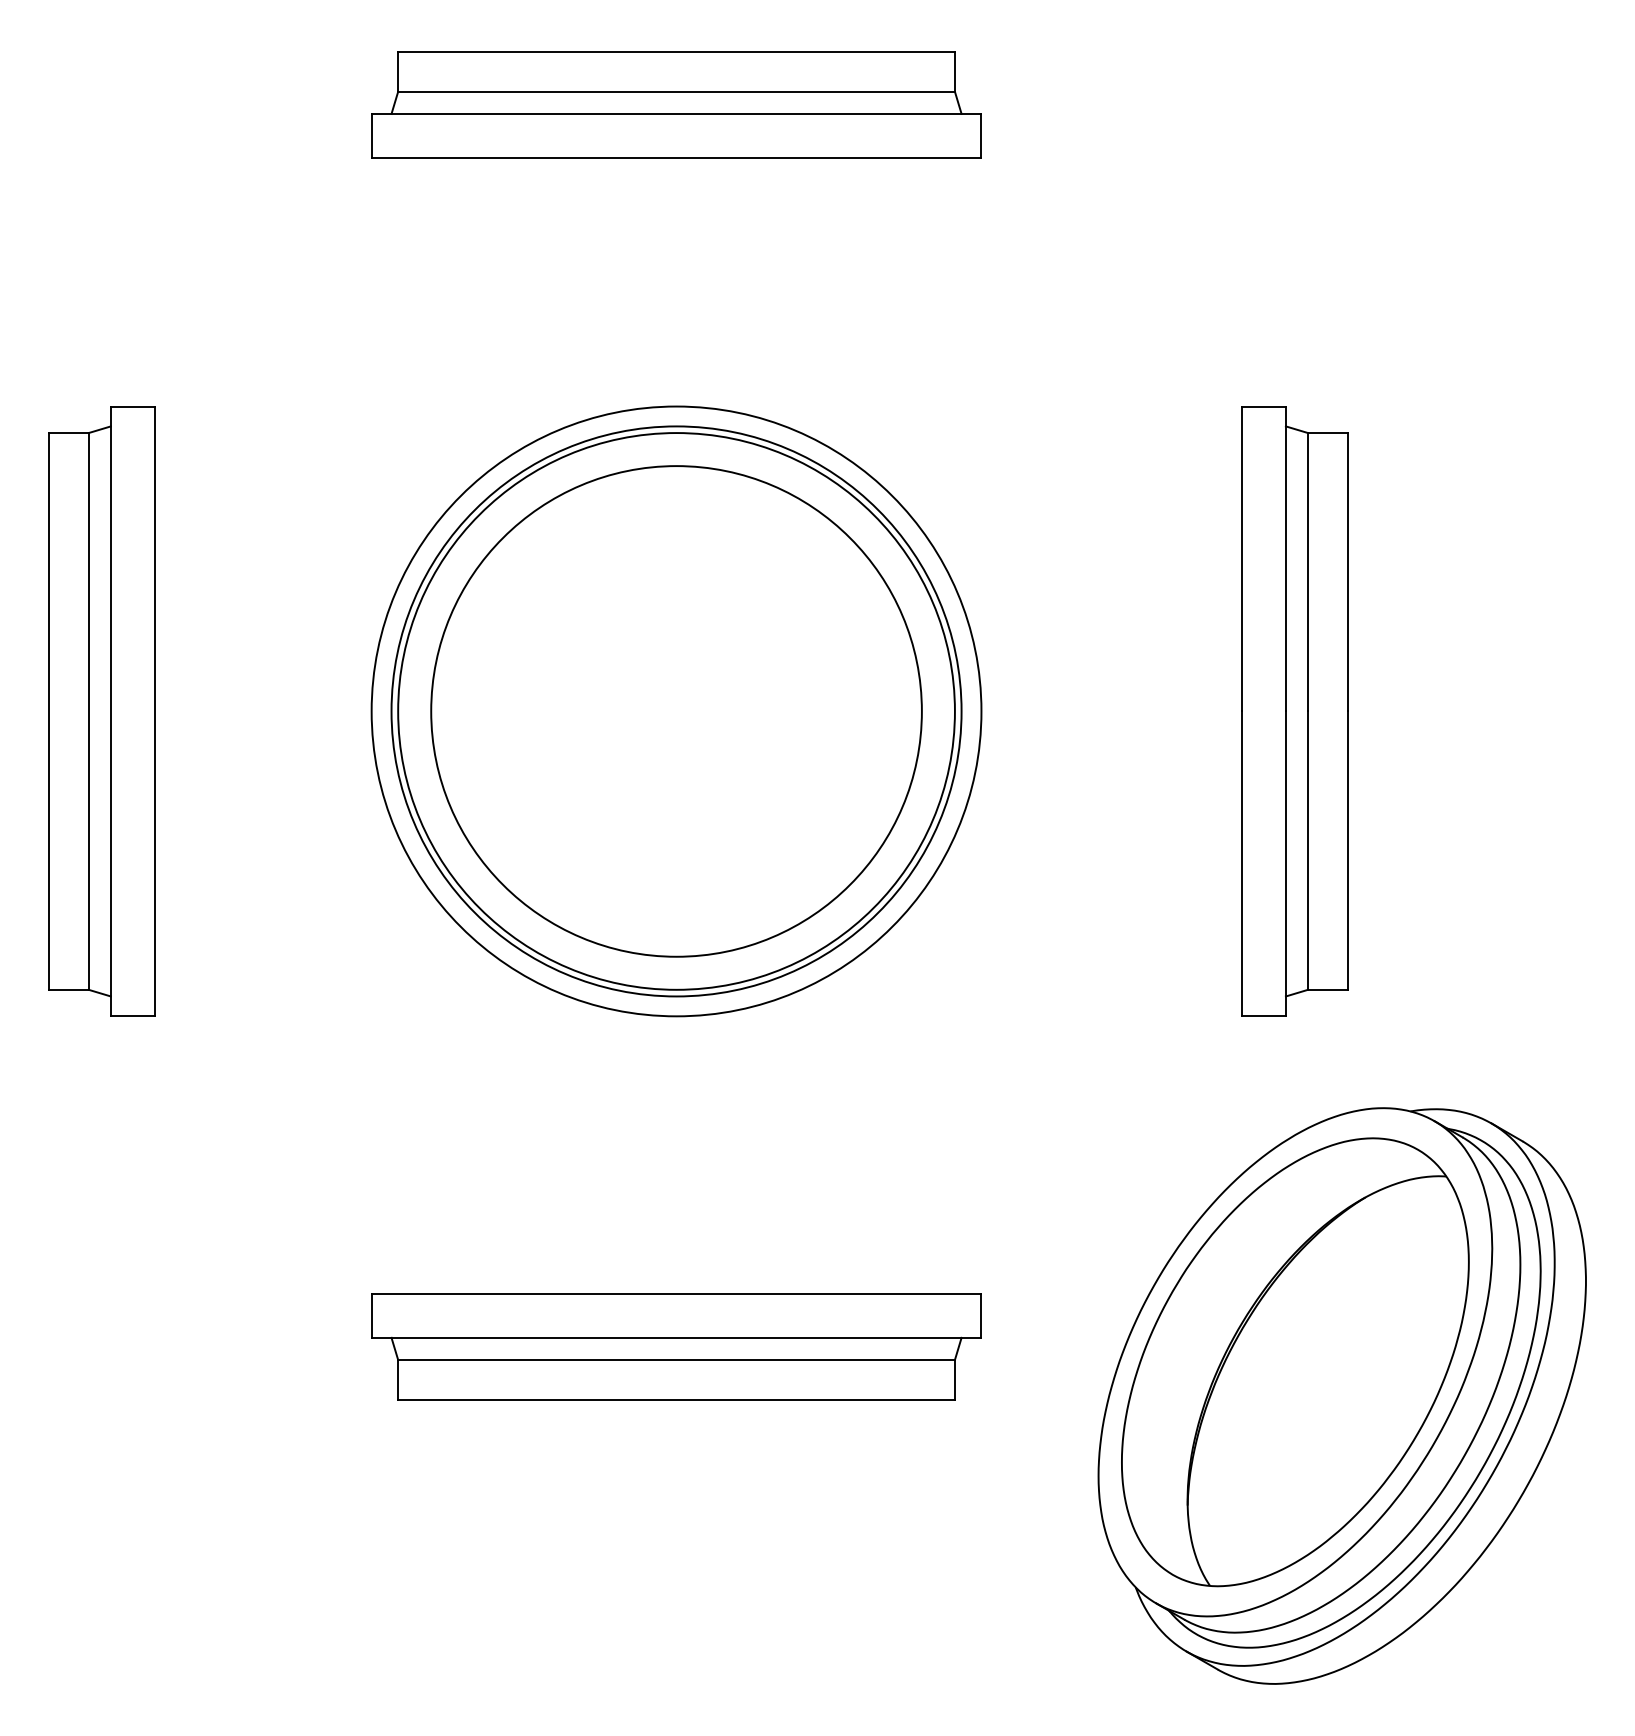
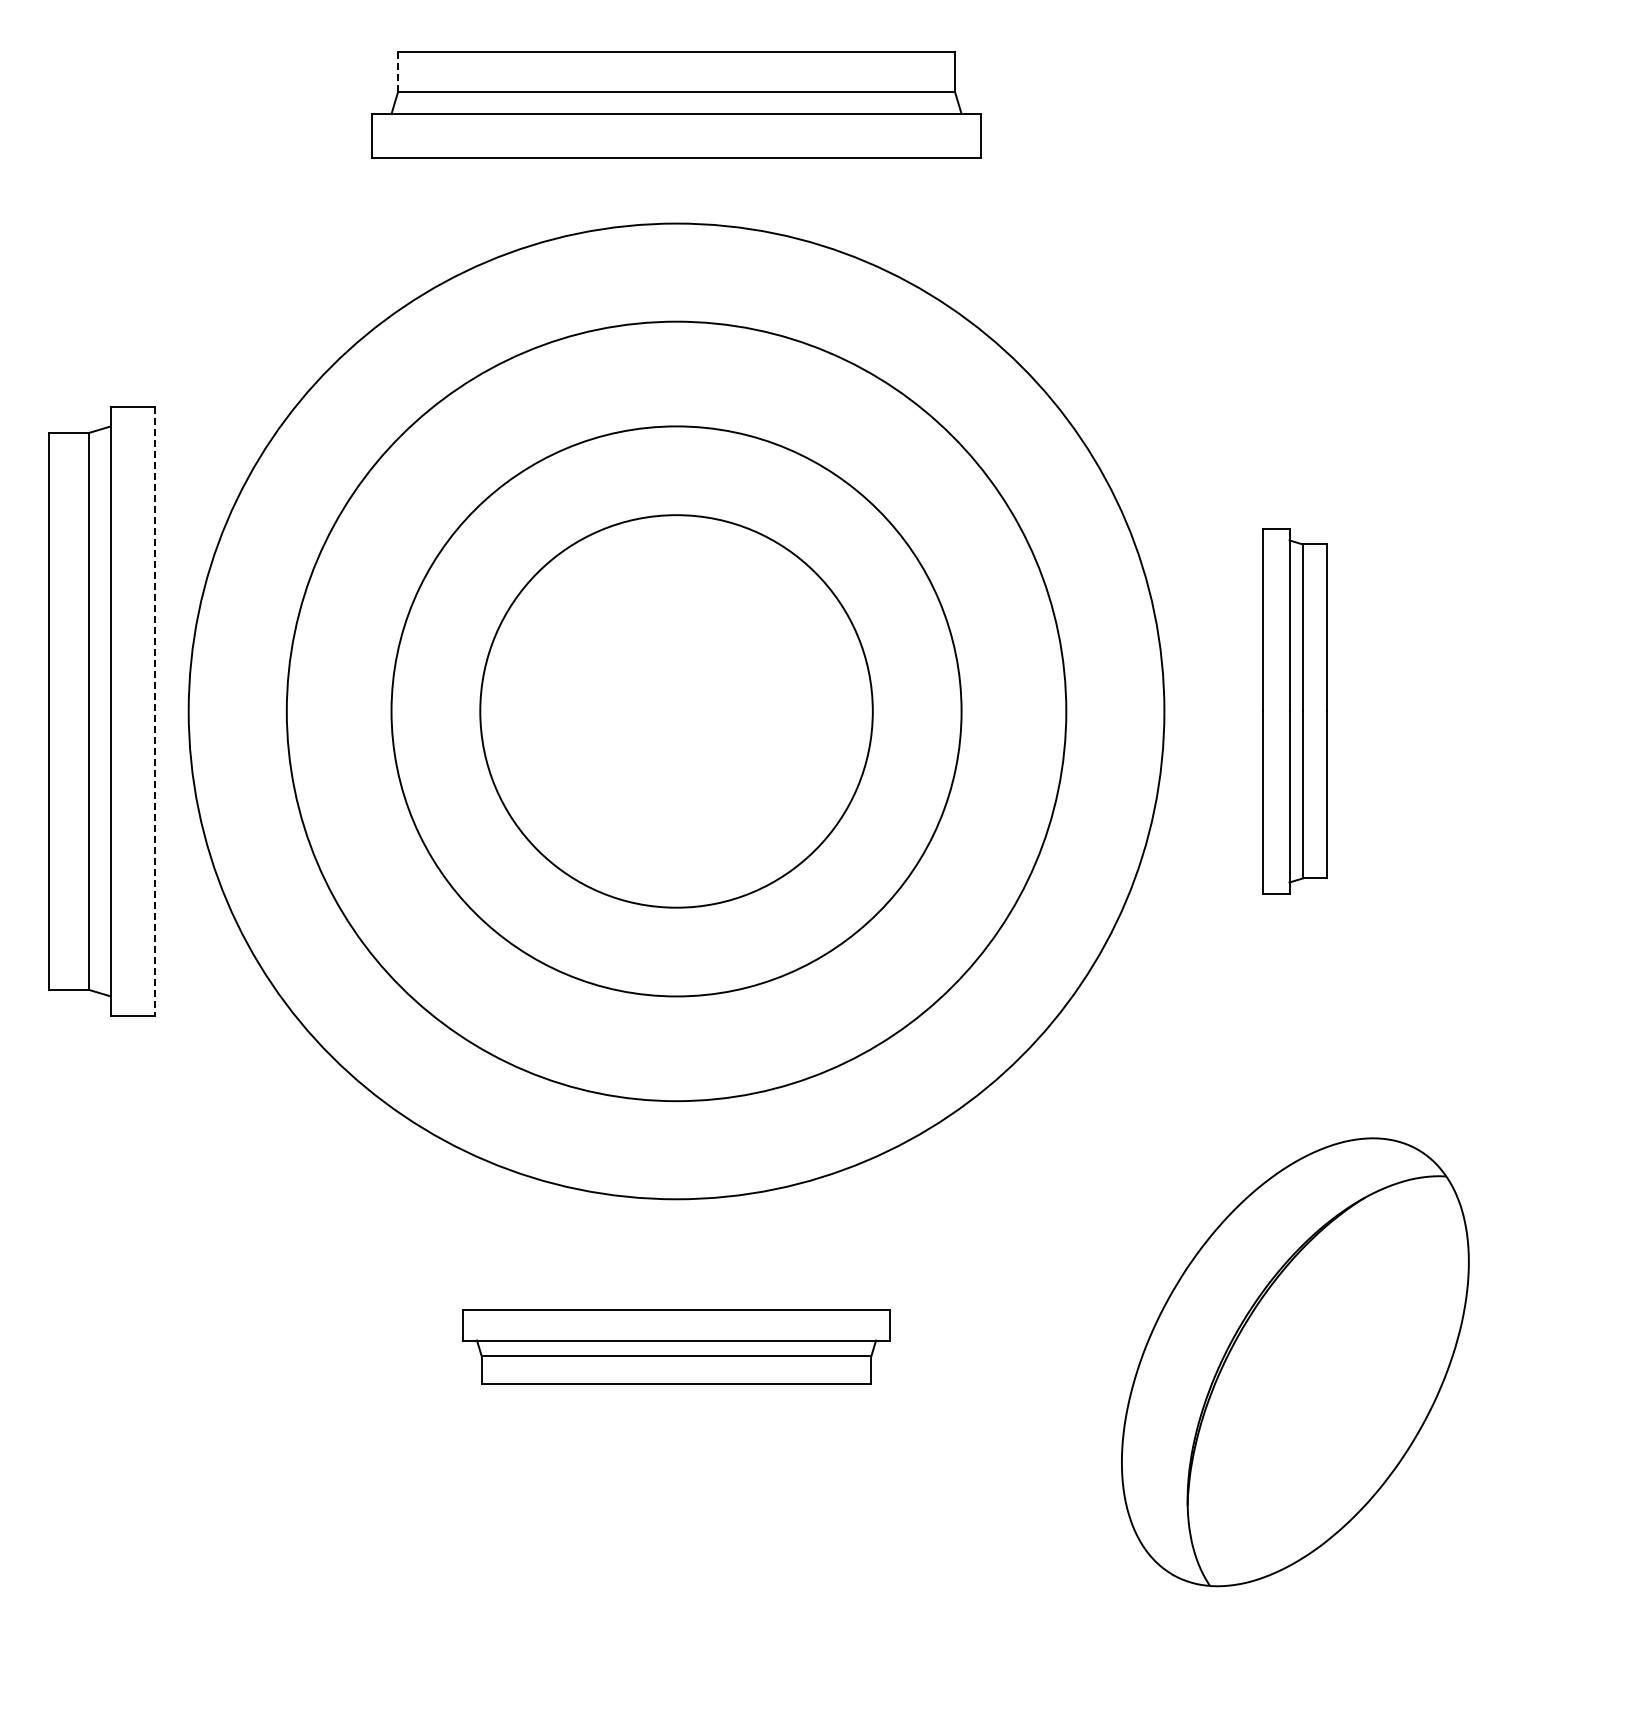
line at (398, 71): solid -> dashed
line at (155, 711): solid -> dashed
circle at (676, 711) diameter: 491 px -> 393 px
circle at (676, 711) diameter: 557 px -> 779 px
circle at (676, 711) diameter: 610 px -> 976 px
part at (1294, 711) size: 108x611 px -> 66x367 px
part at (676, 1346) size: 611x108 px -> 429x76 px
part at (1341, 1395): present -> none
